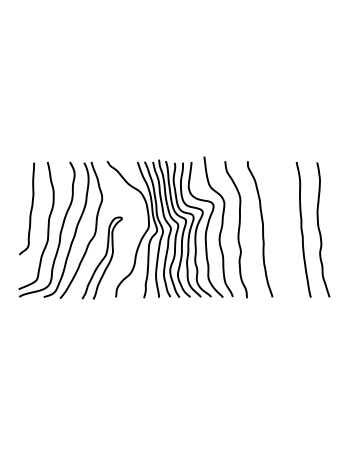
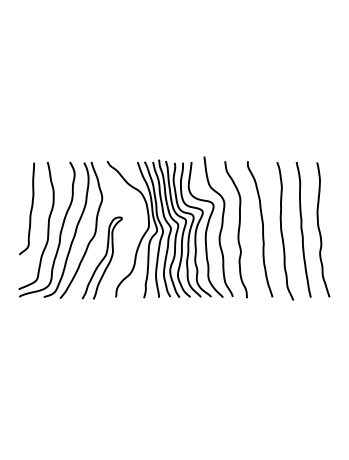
curve at (282, 231): none -> present
